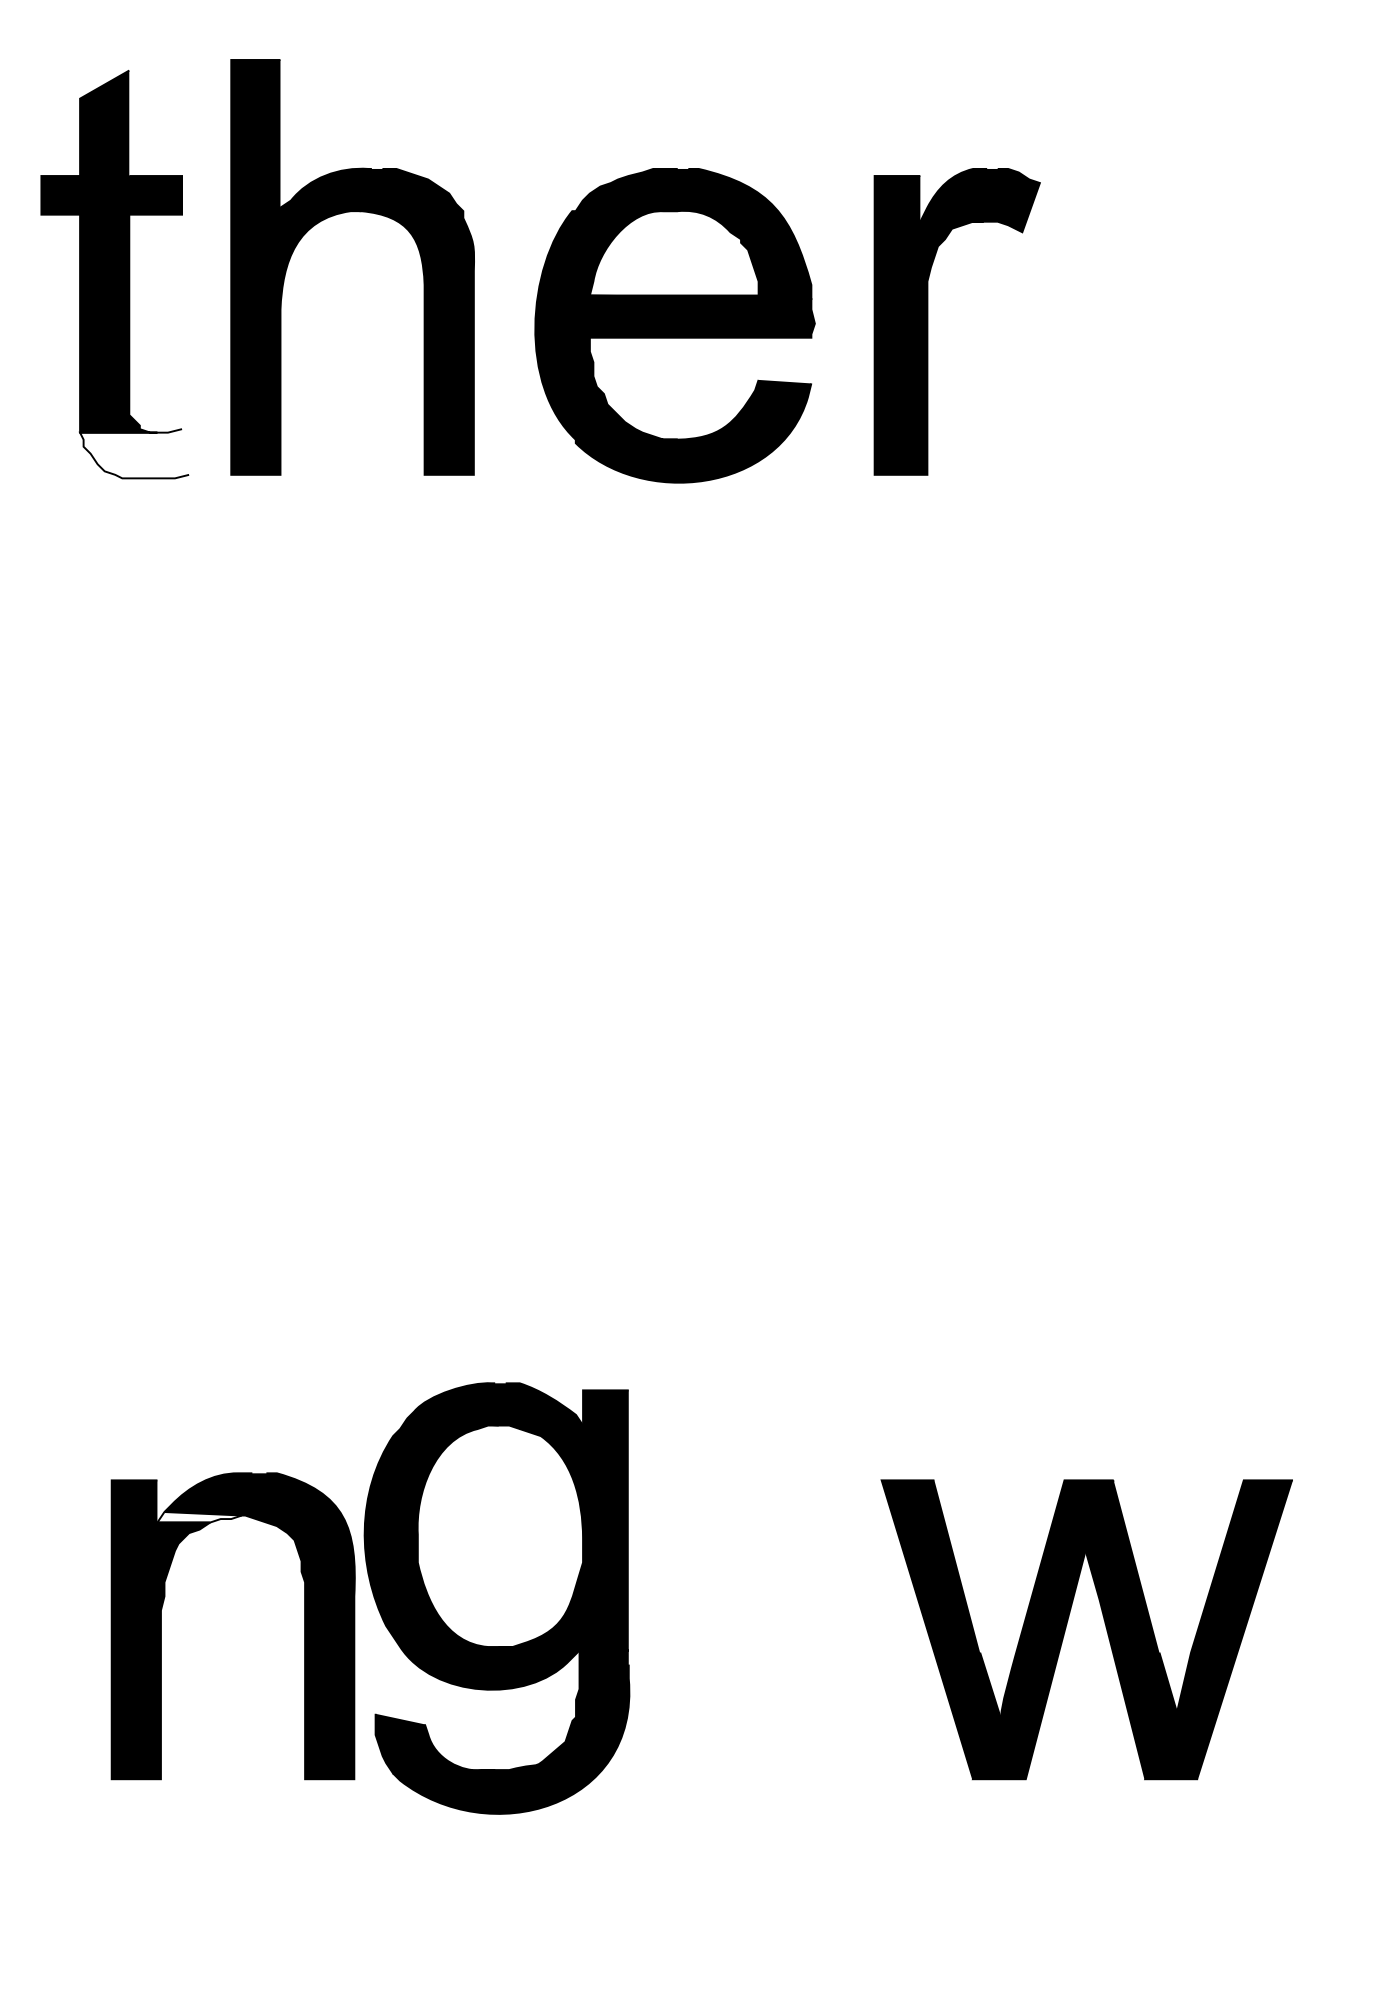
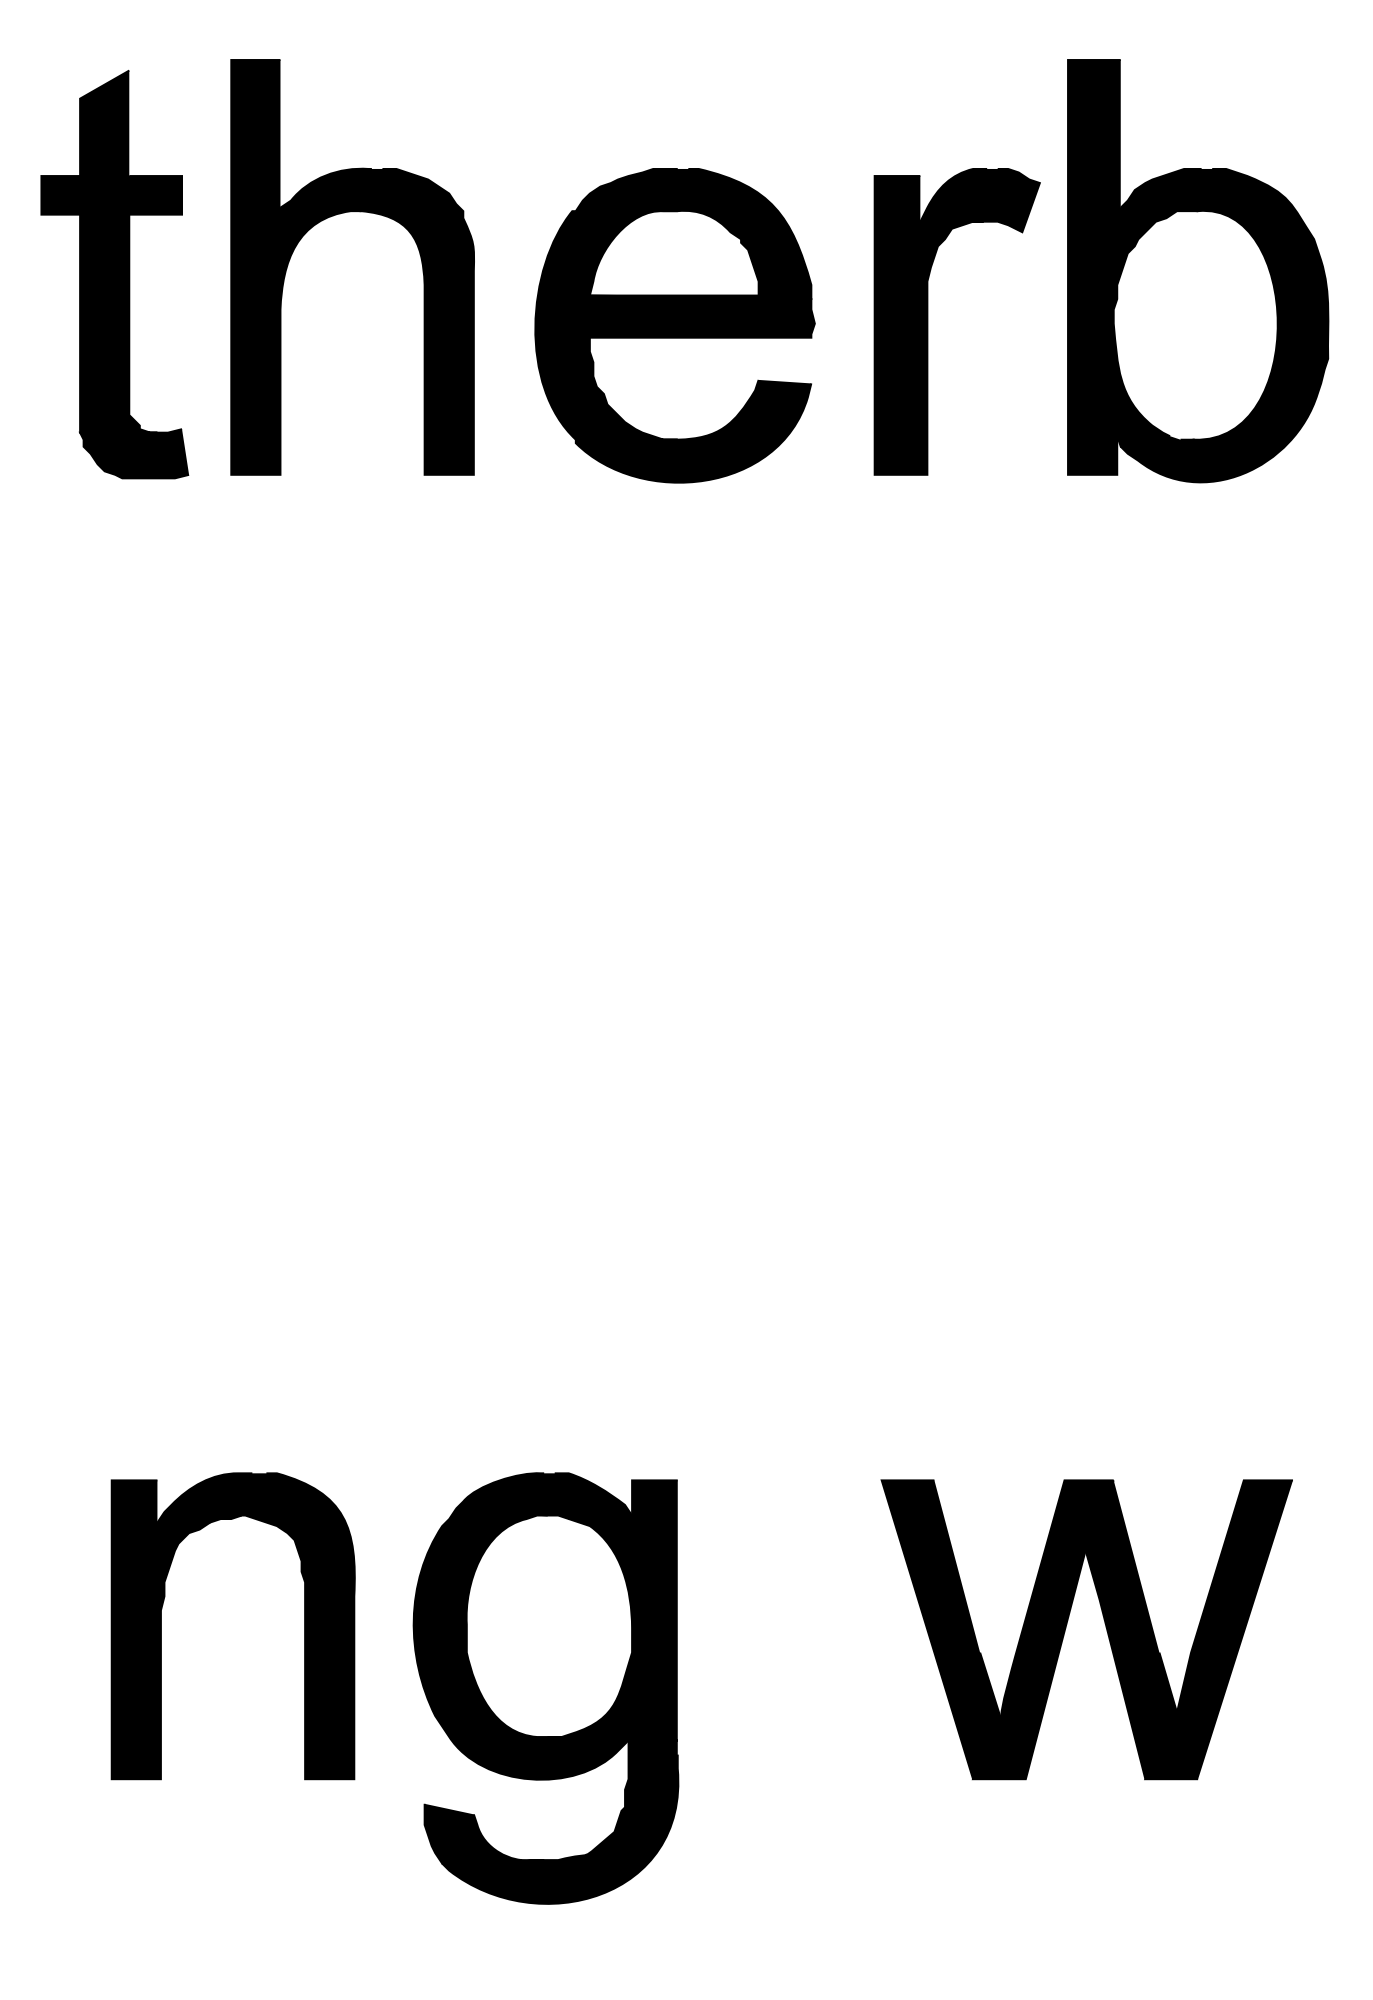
part at (1198, 271): none -> present
fill at (134, 453): none -> present
fill at (199, 1517): none -> present
part at (496, 1598) position: (496, 1598) -> (545, 1688)
